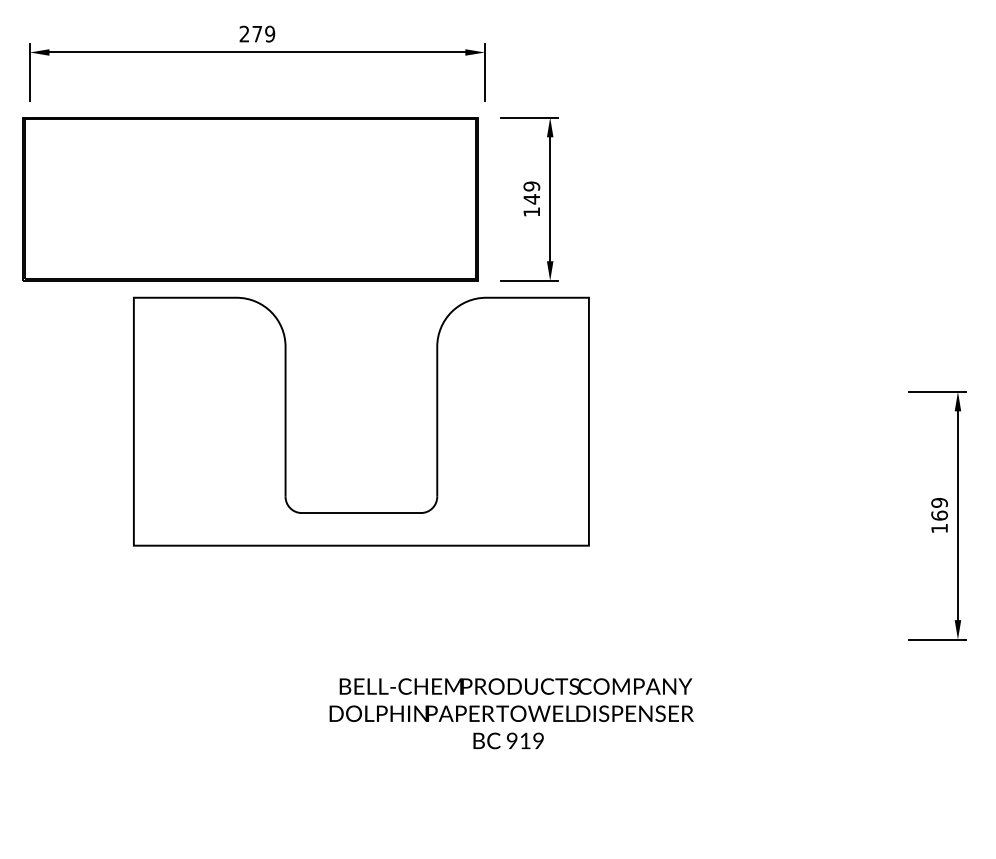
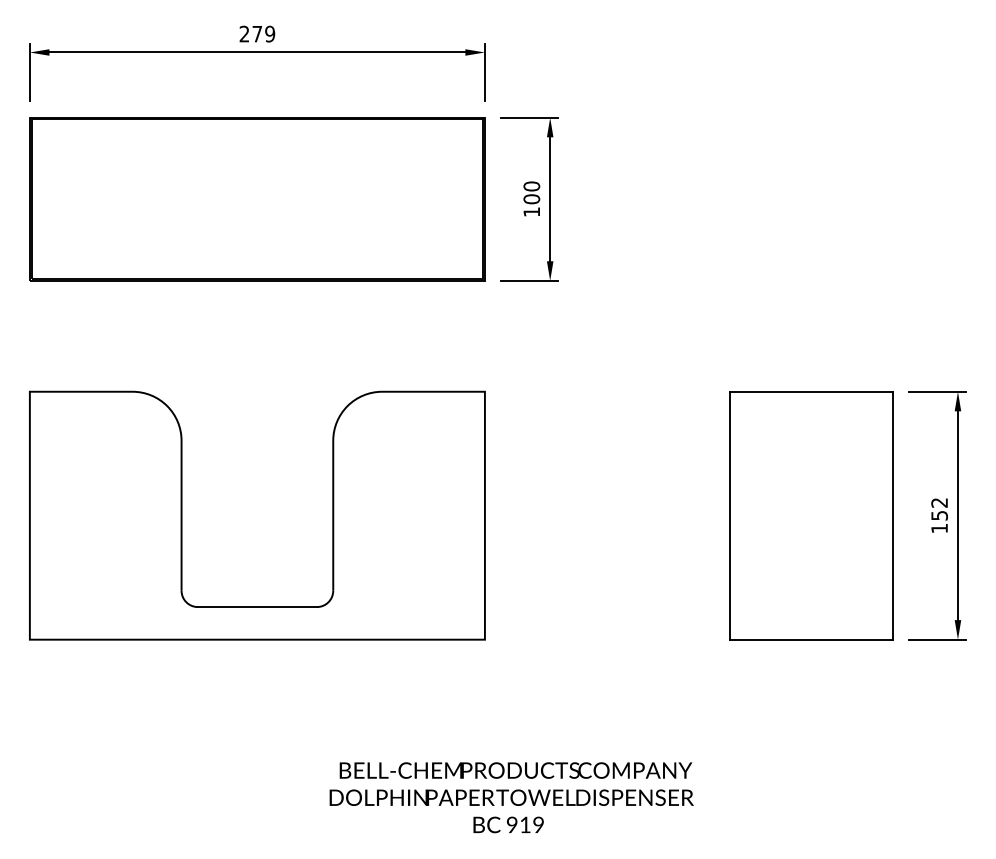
text at (531, 192): 149 -> 100
part at (250, 199) position: (250, 199) -> (257, 199)
part at (286, 421) position: (286, 421) -> (182, 515)
text at (939, 509): 169 -> 152
part at (811, 515): none -> present
text at (511, 713) position: (511, 713) -> (511, 797)
